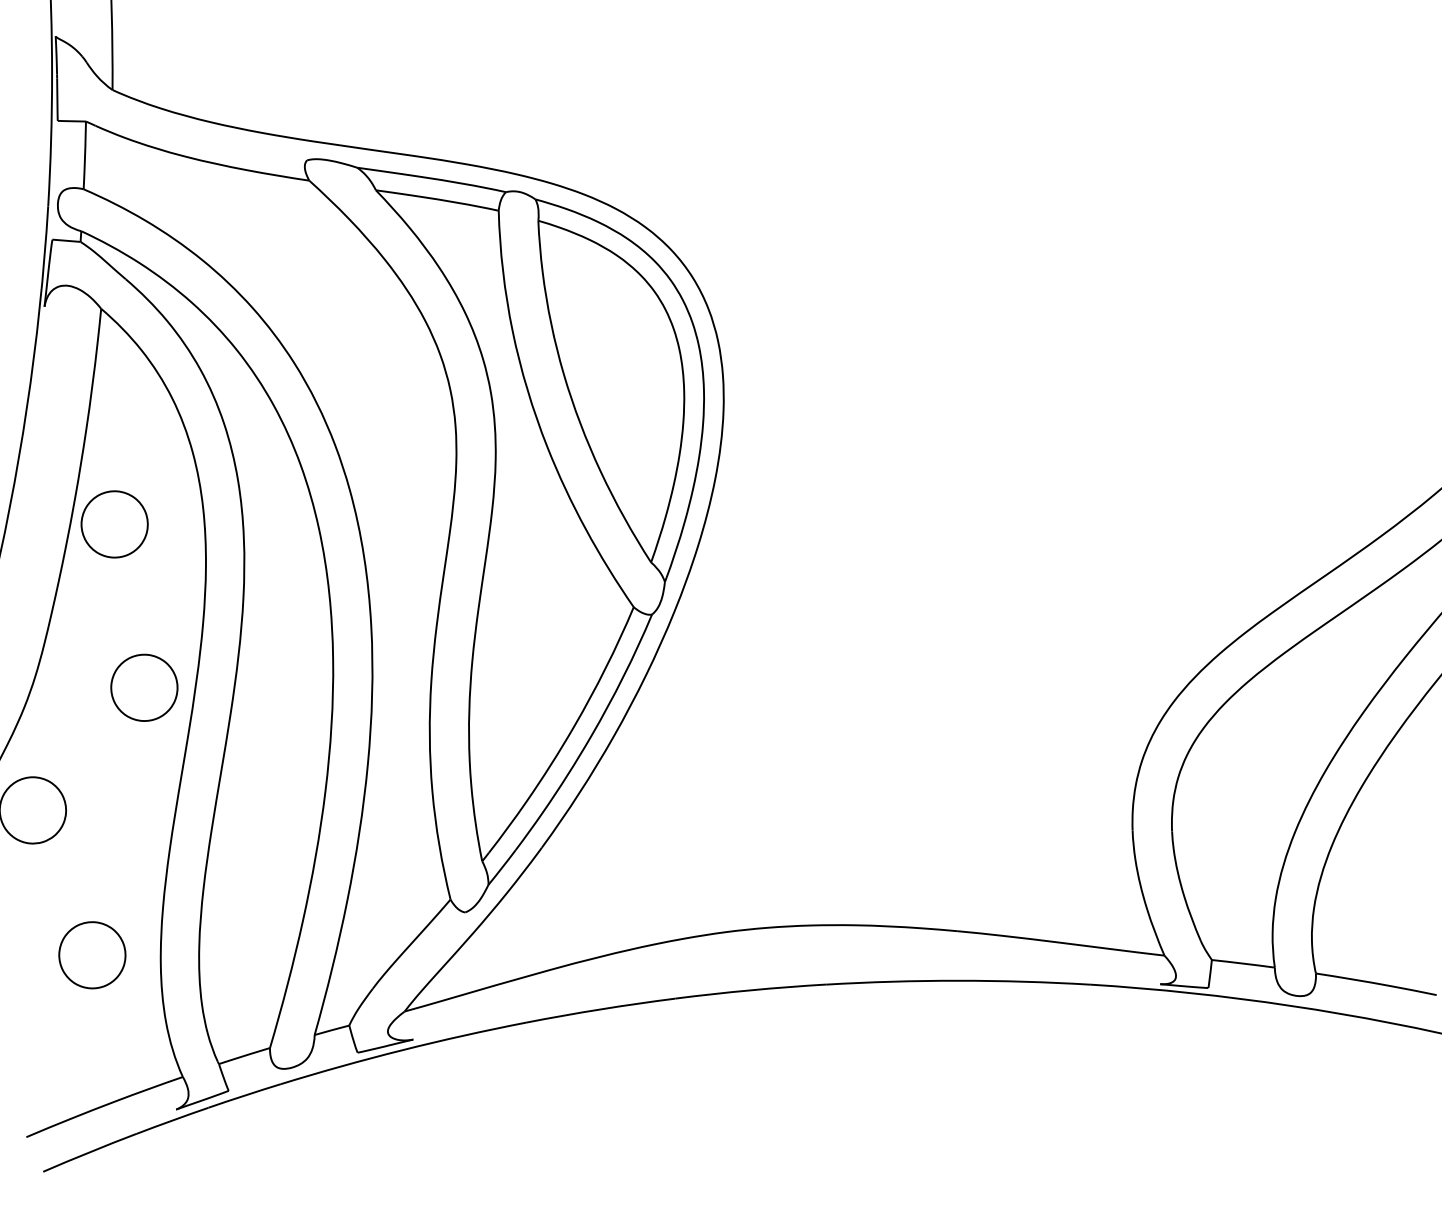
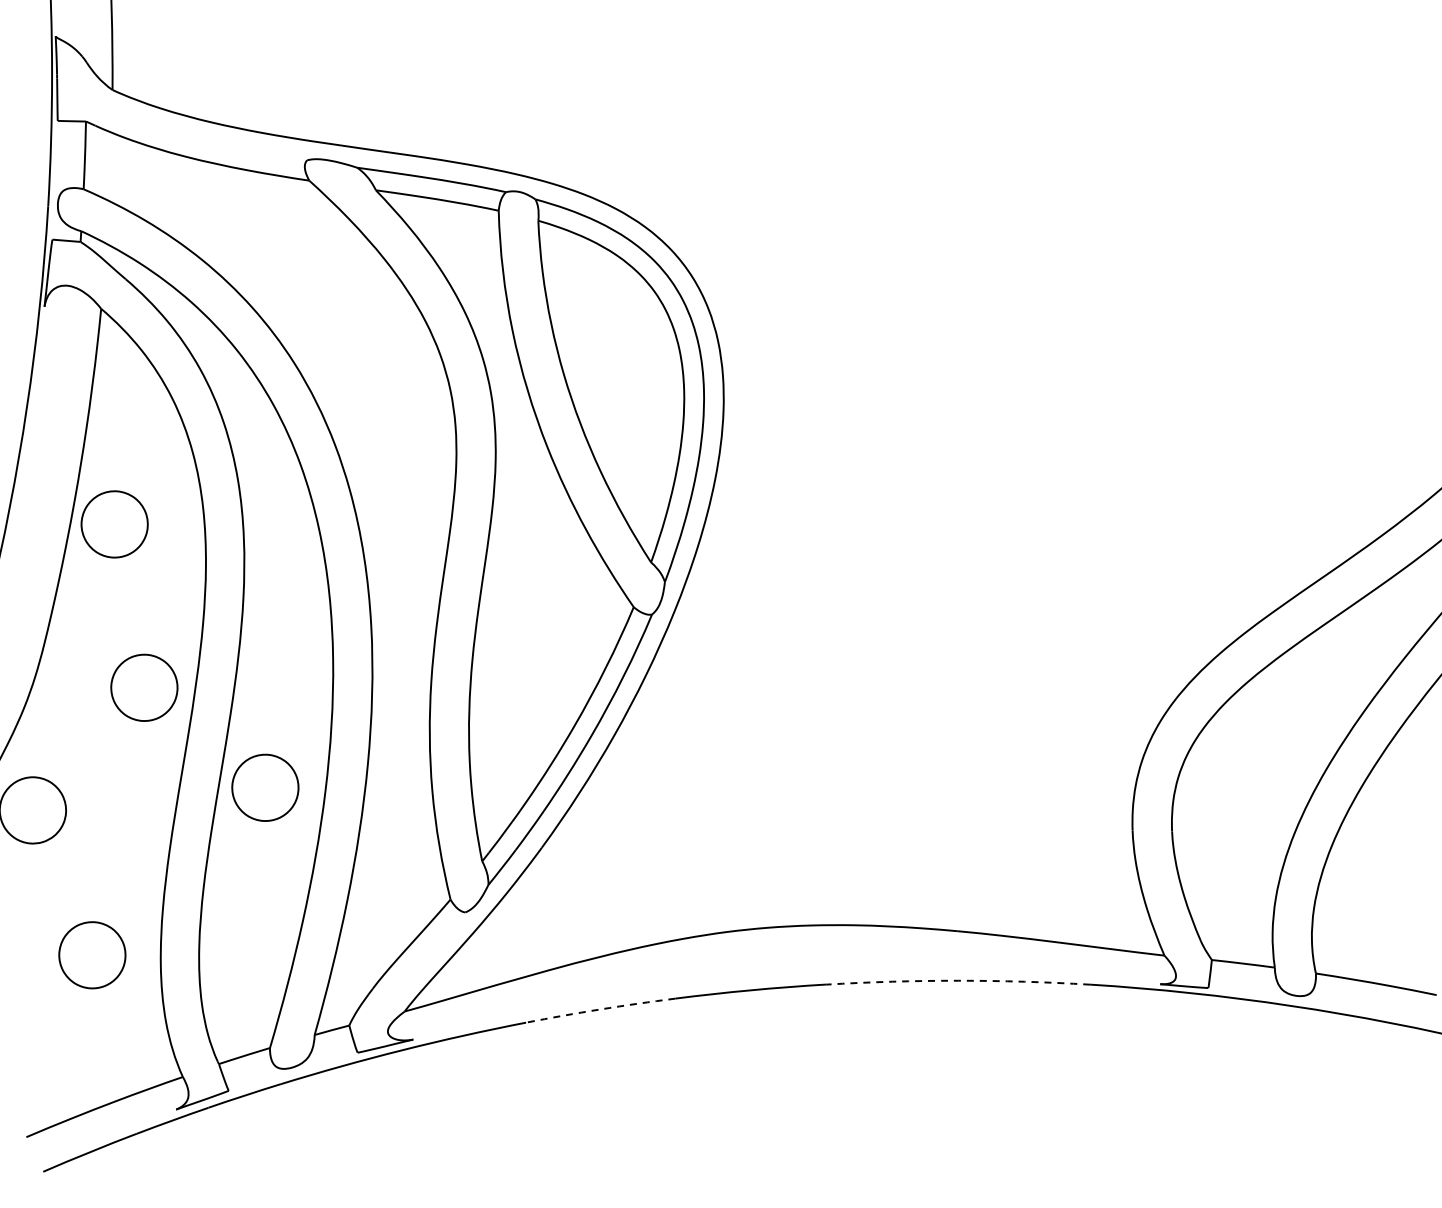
part at (265, 787): none -> present
arc at (958, 980): solid -> dashed
arc at (600, 1009): solid -> dashed
